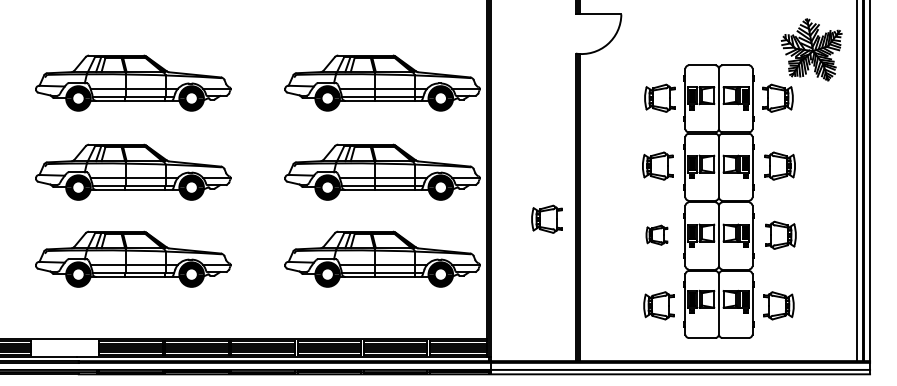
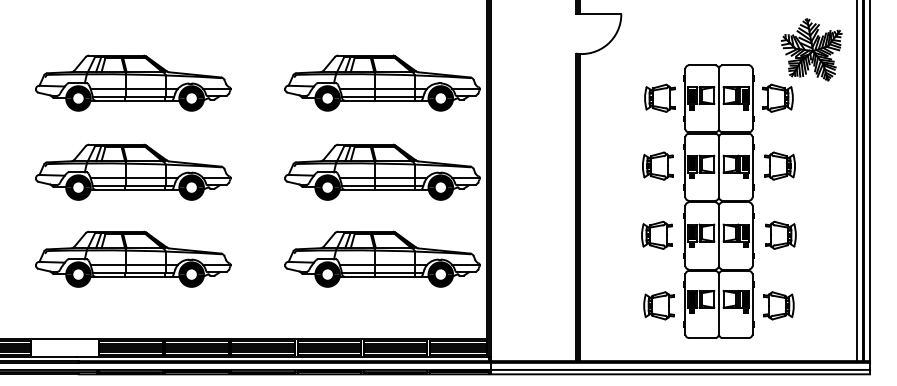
part at (546, 218): present -> none
part at (656, 234) size: 24x22 px -> 32x30 px
